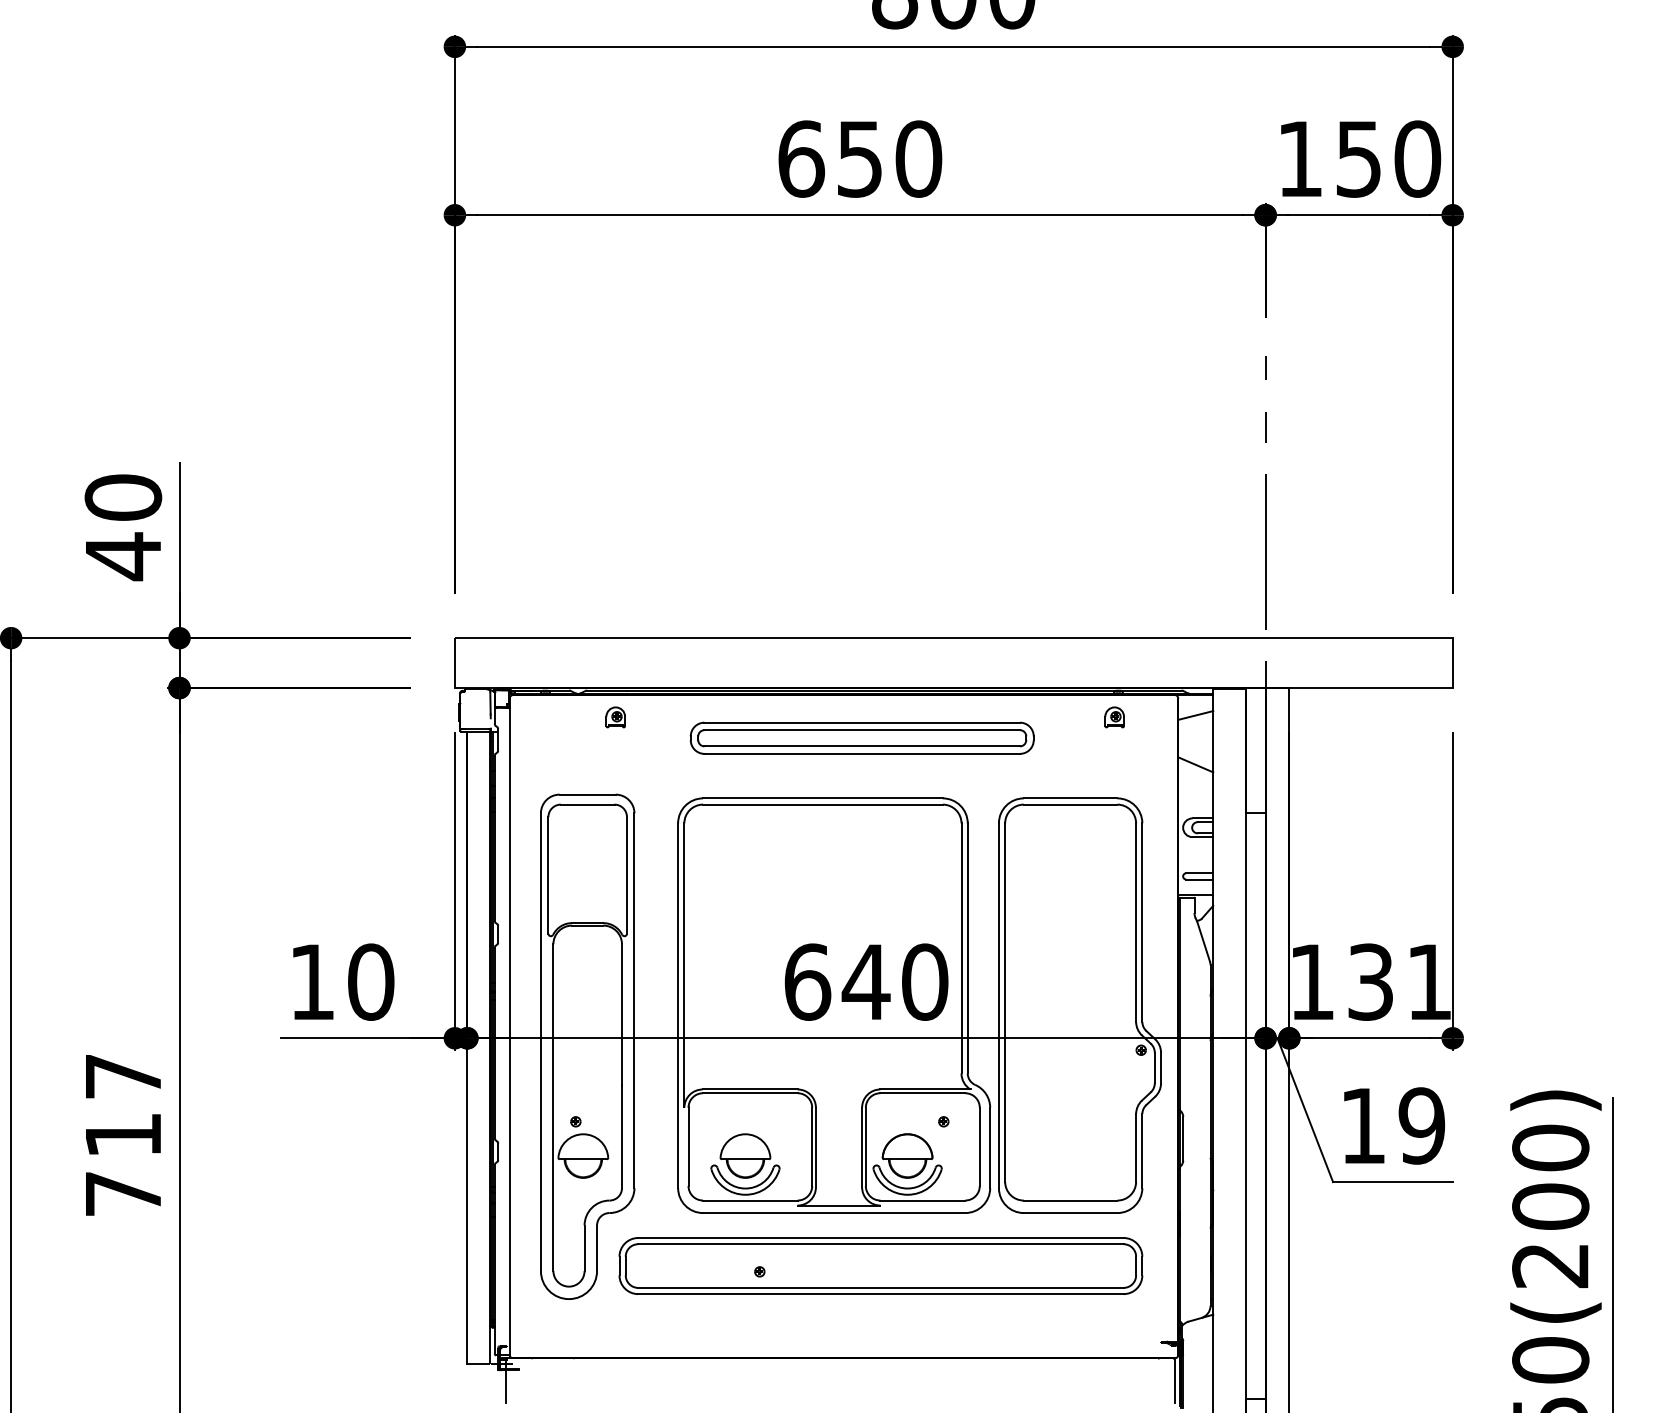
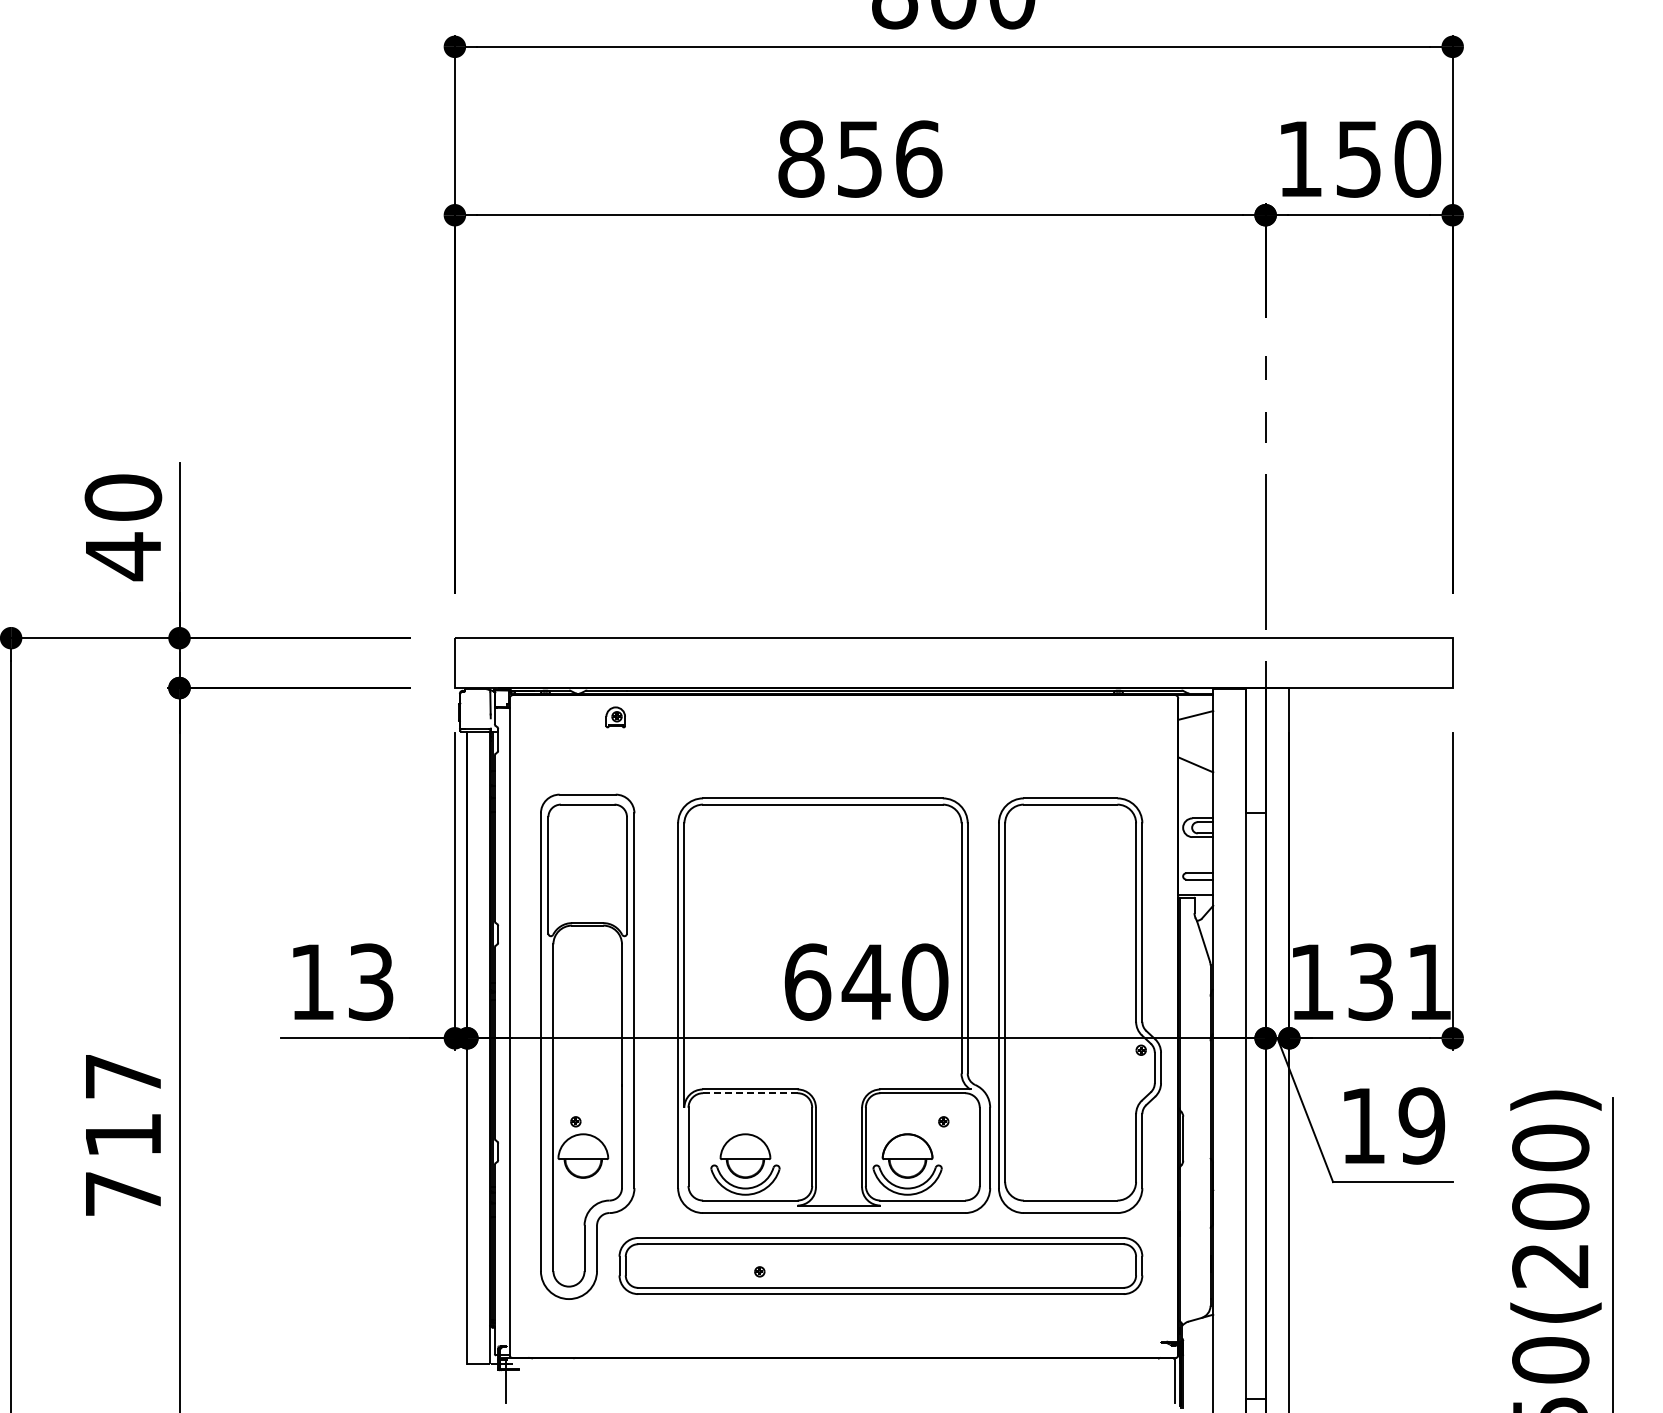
text at (860, 158): 650 -> 856
part at (1114, 717): present -> none
part at (861, 737): present -> none
text at (371, 981): 10 -> 13
line at (749, 1093): solid -> dashed
